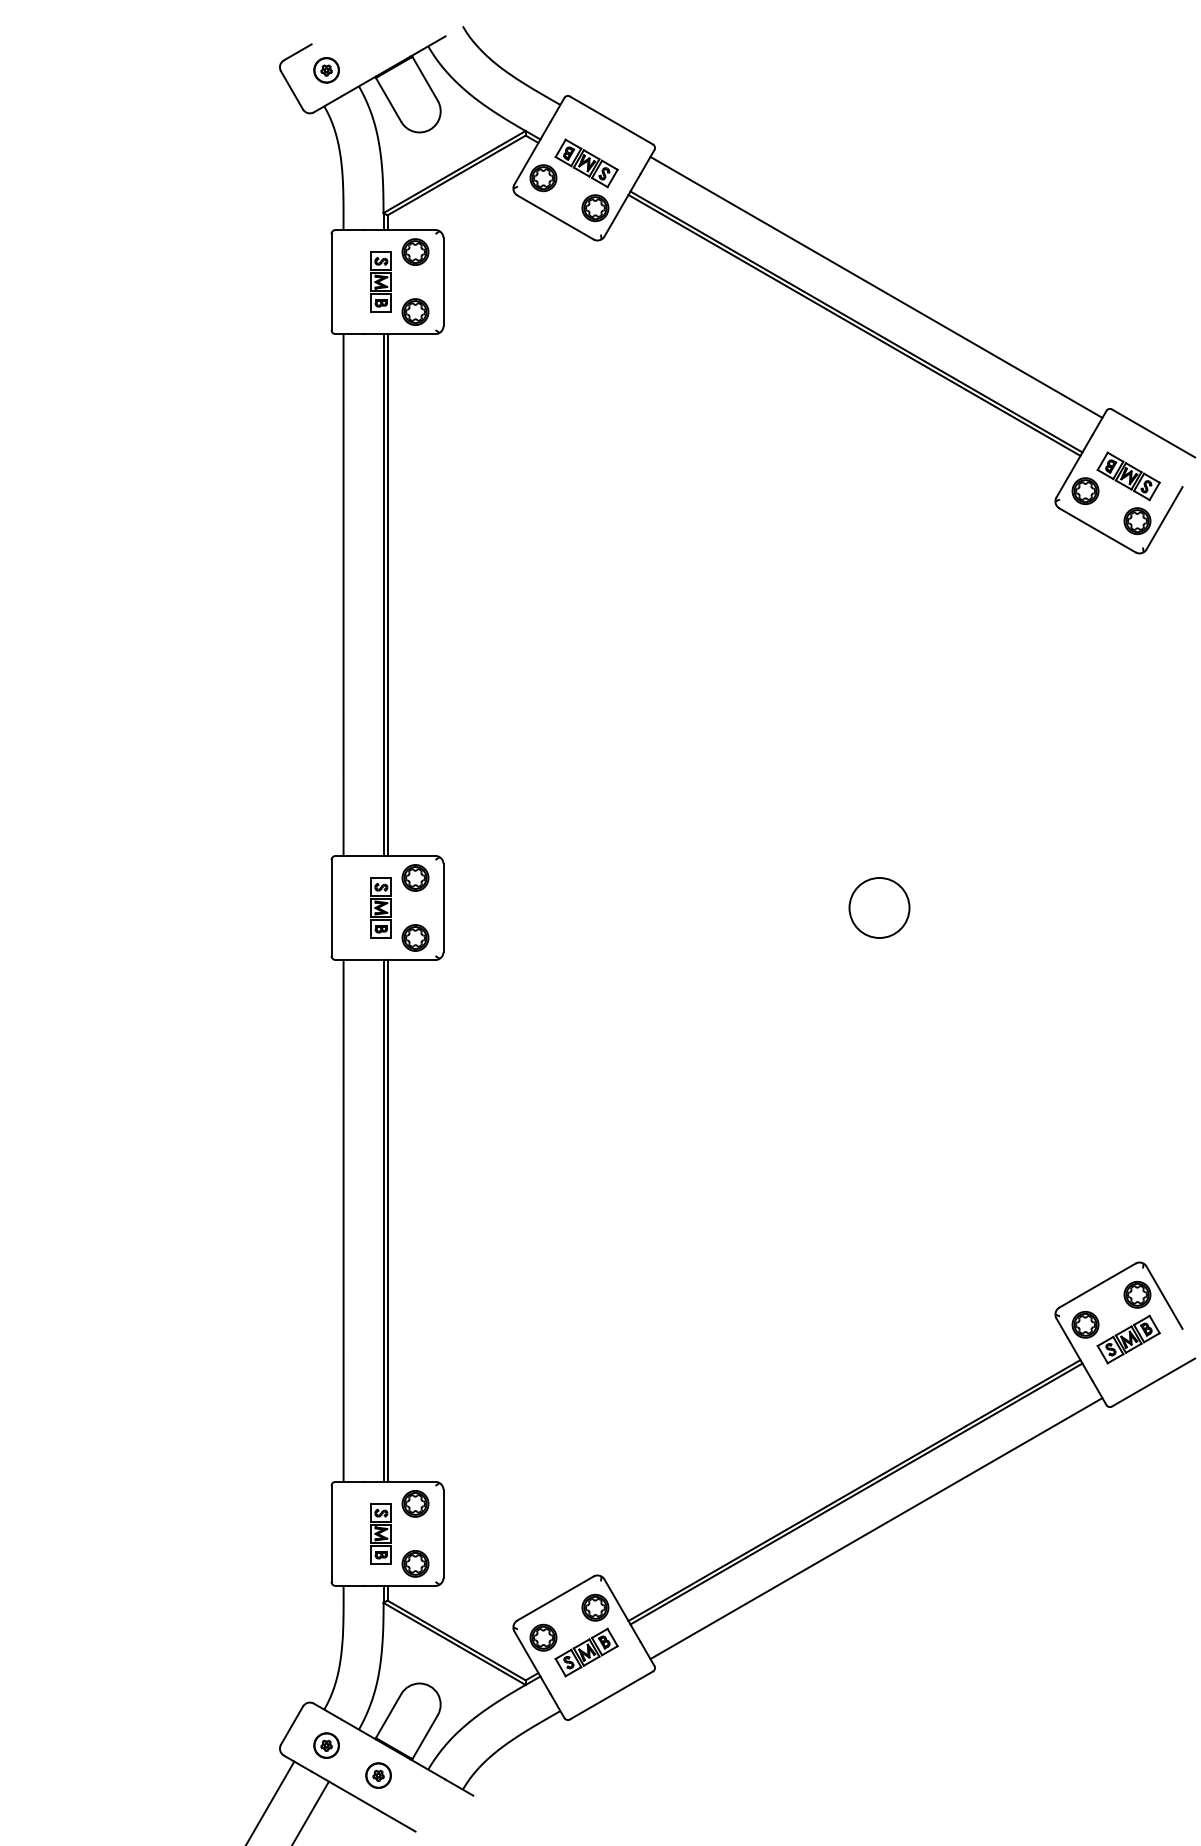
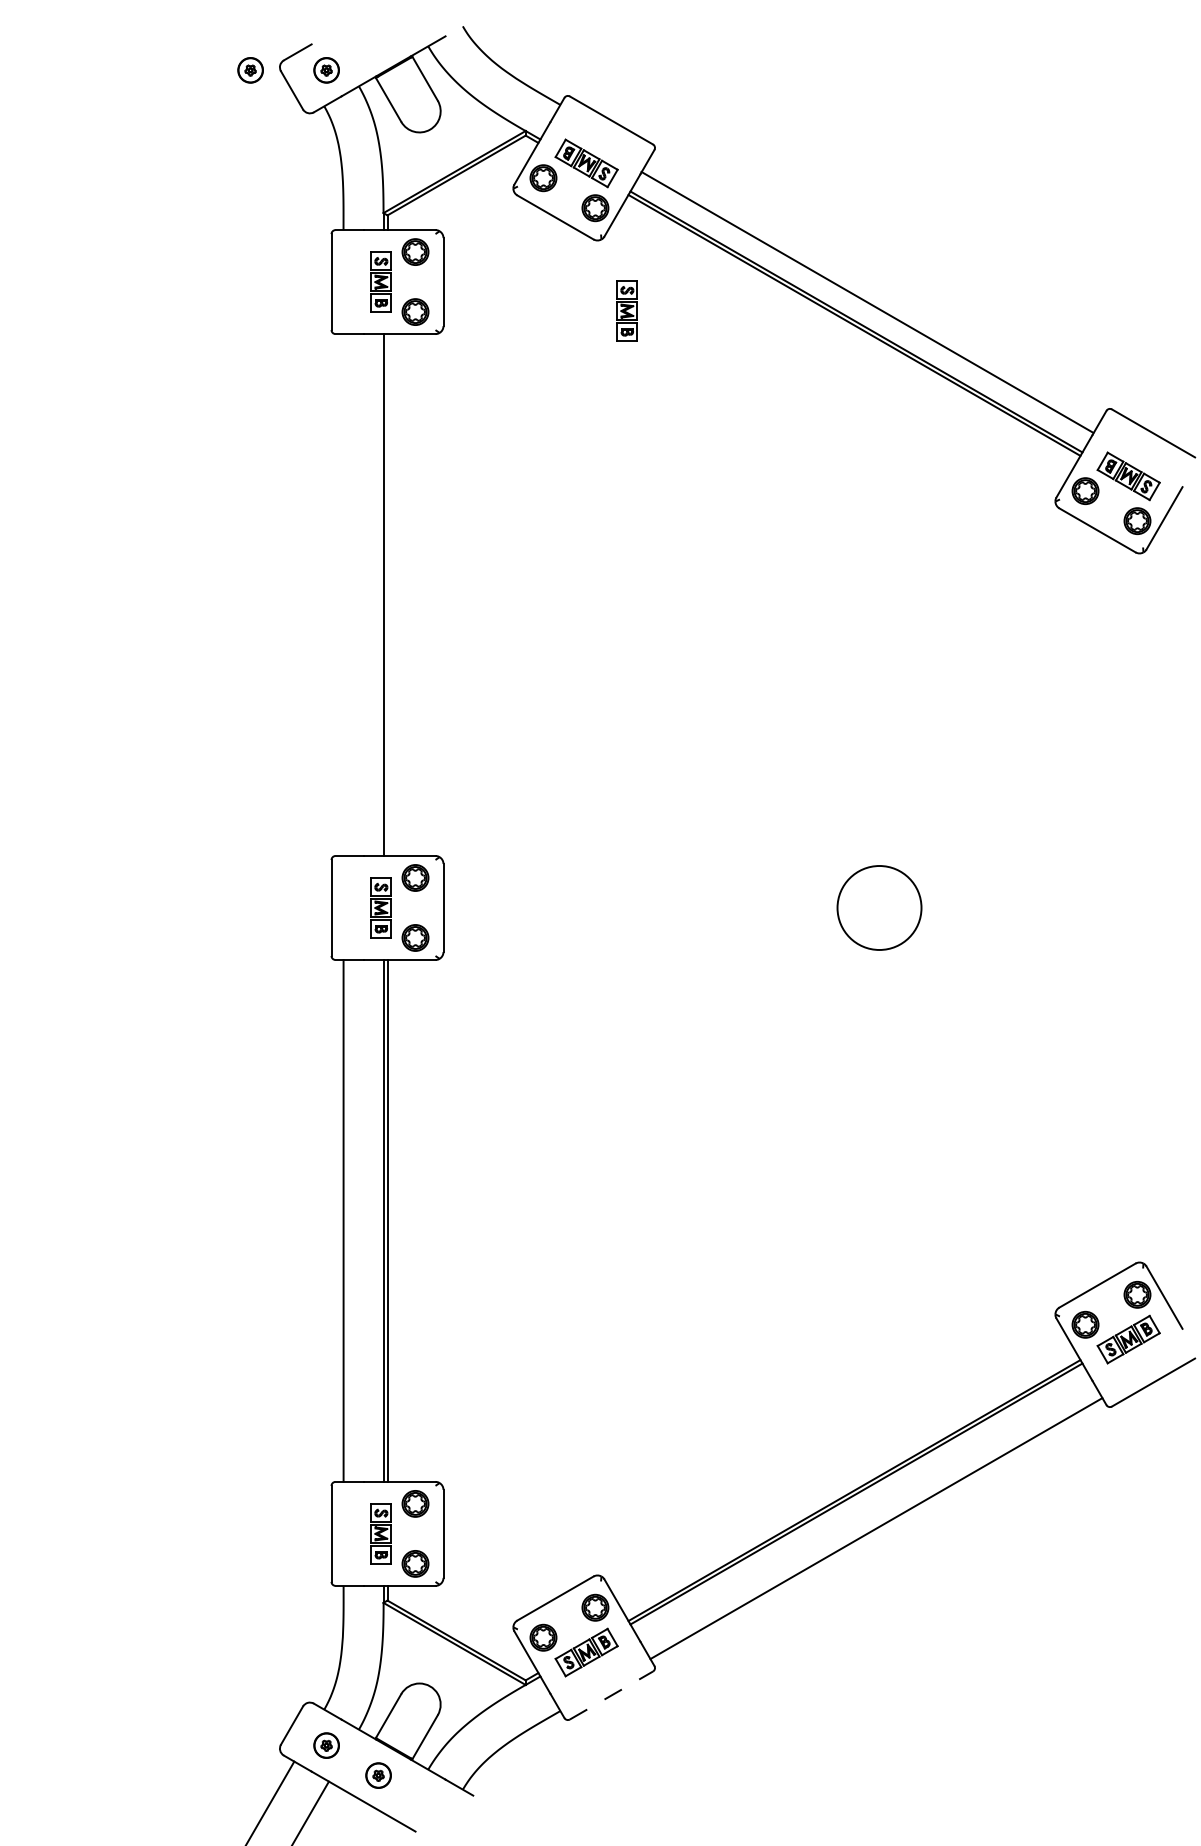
part at (250, 70): none -> present
line at (876, 286) position: (876, 286) -> (867, 301)
part at (626, 310): none -> present
line at (343, 595): present -> none
line at (387, 595): present -> none
circle at (879, 907) diameter: 60 px -> 84 px
line at (611, 1695): solid -> dashed
